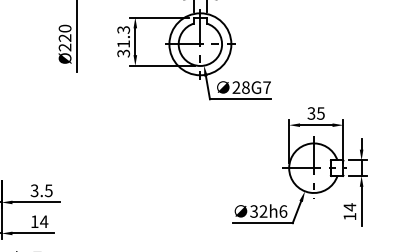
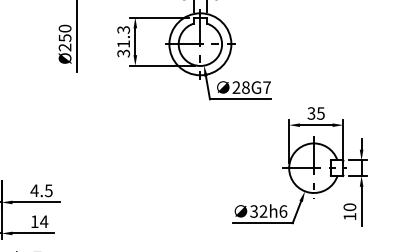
text at (64, 38): Ø220 -> Ø250
text at (34, 190): 3.5 -> 4.5
text at (349, 207): 14 -> 10
